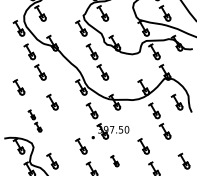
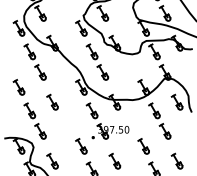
part at (34, 120) size: 16x24 px -> 24x38 px
part at (183, 160) position: (183, 160) -> (176, 160)
part at (114, 161) size: 10x13 px -> 14x18 px
